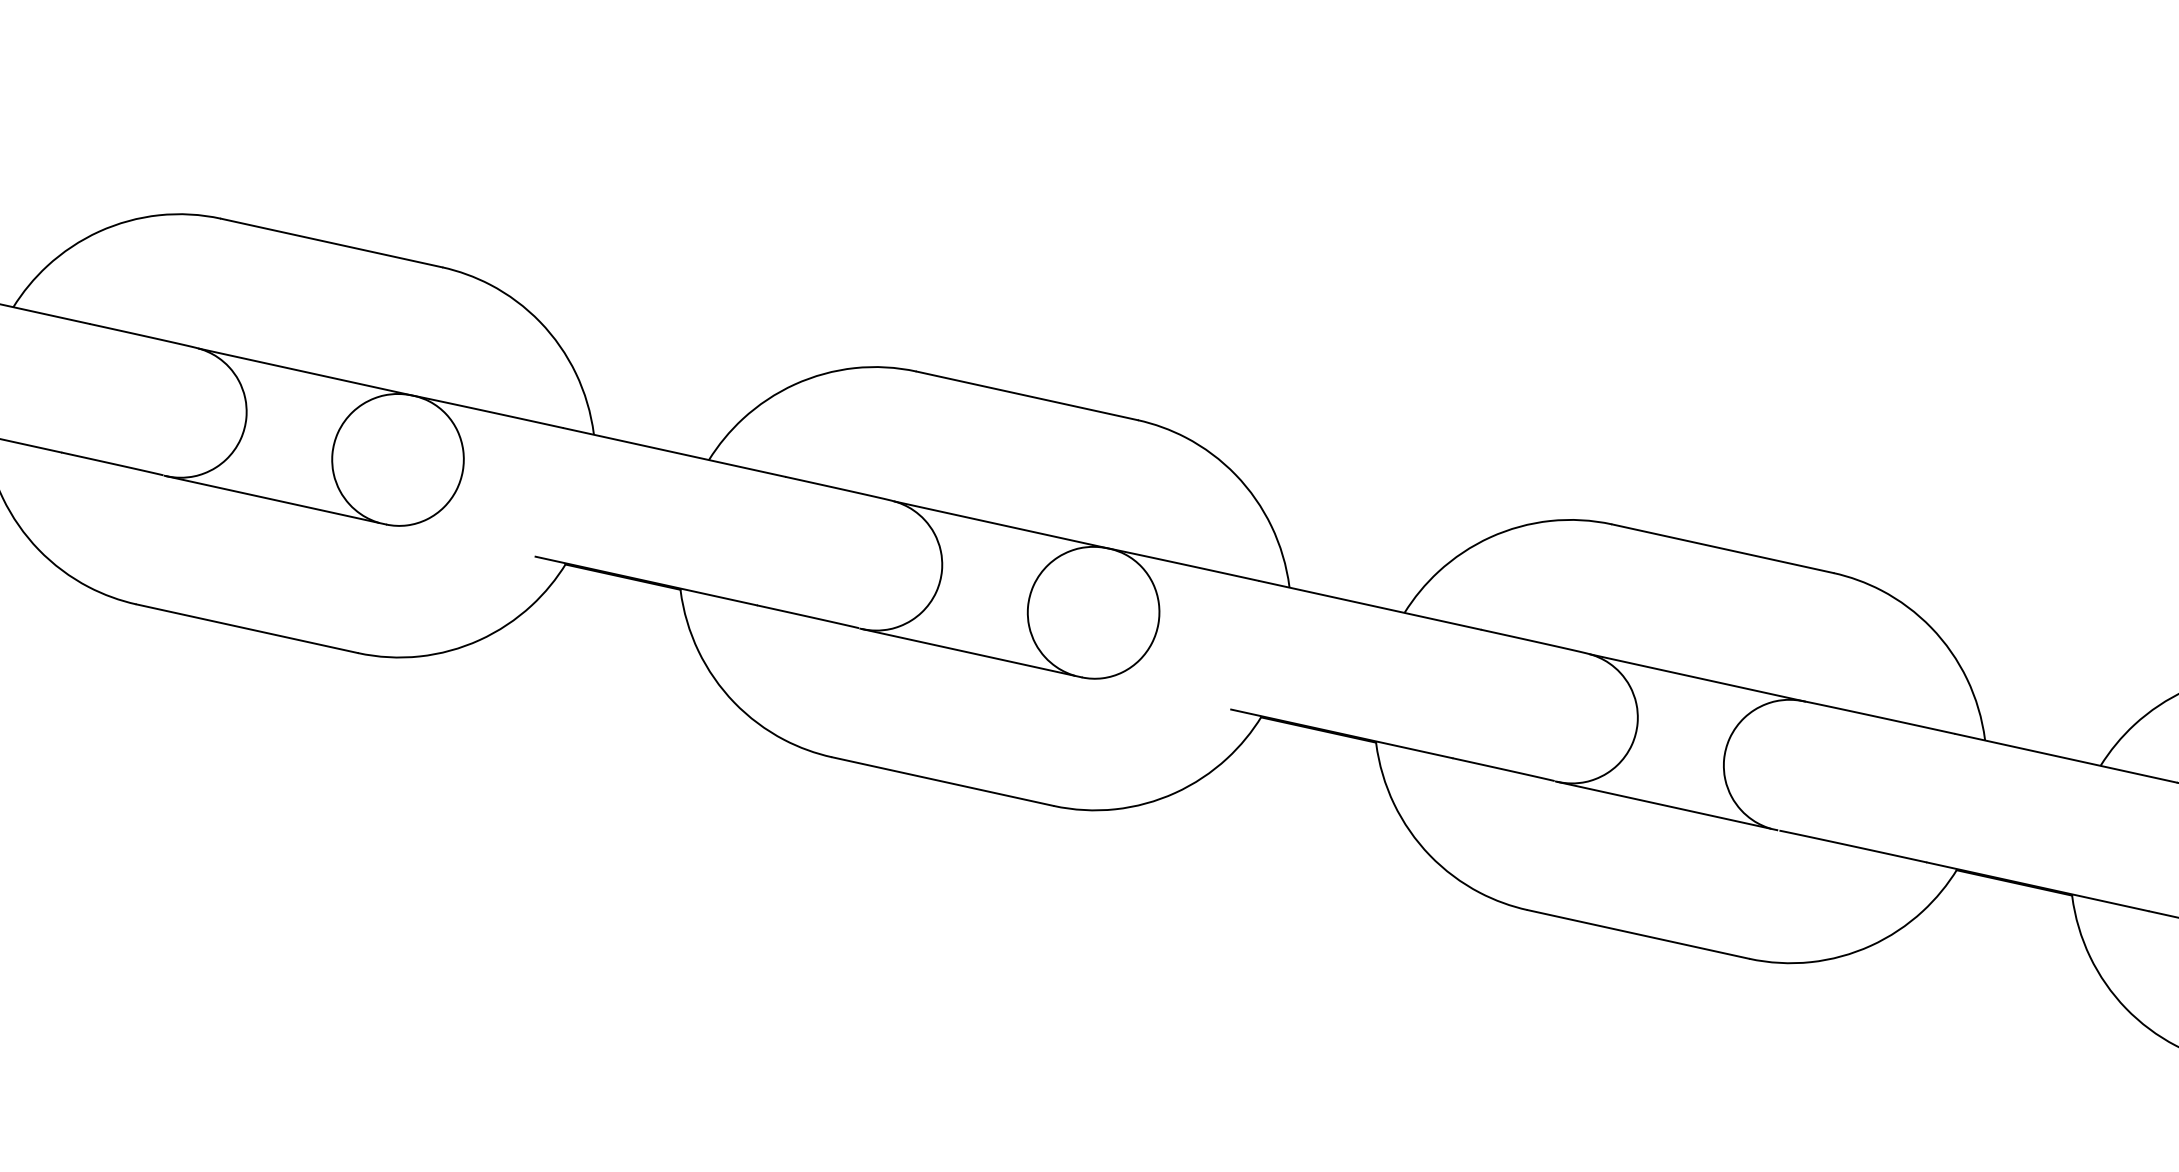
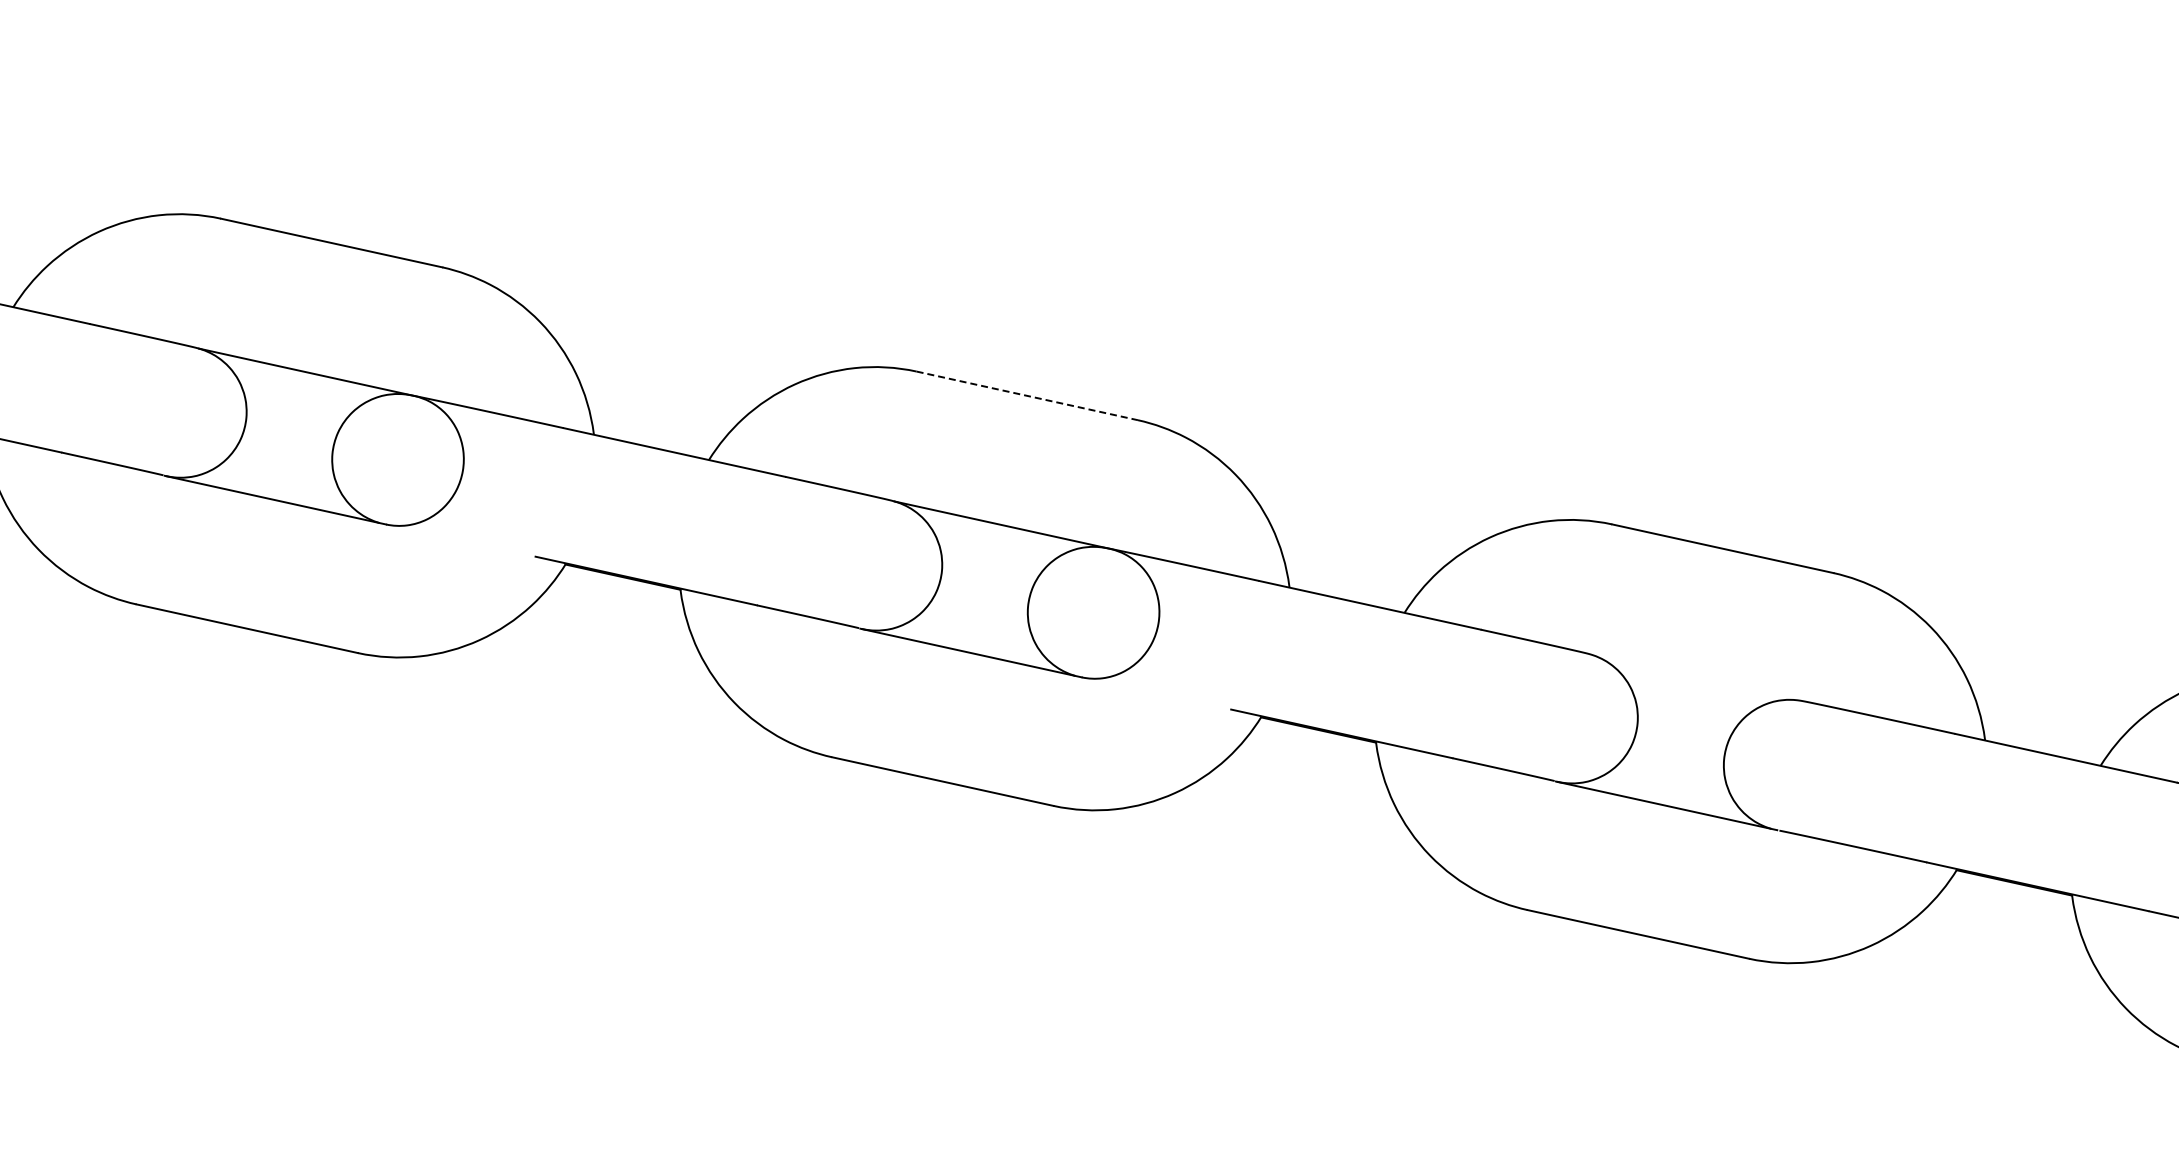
line at (1027, 396): solid -> dashed
line at (1697, 677): present -> none
